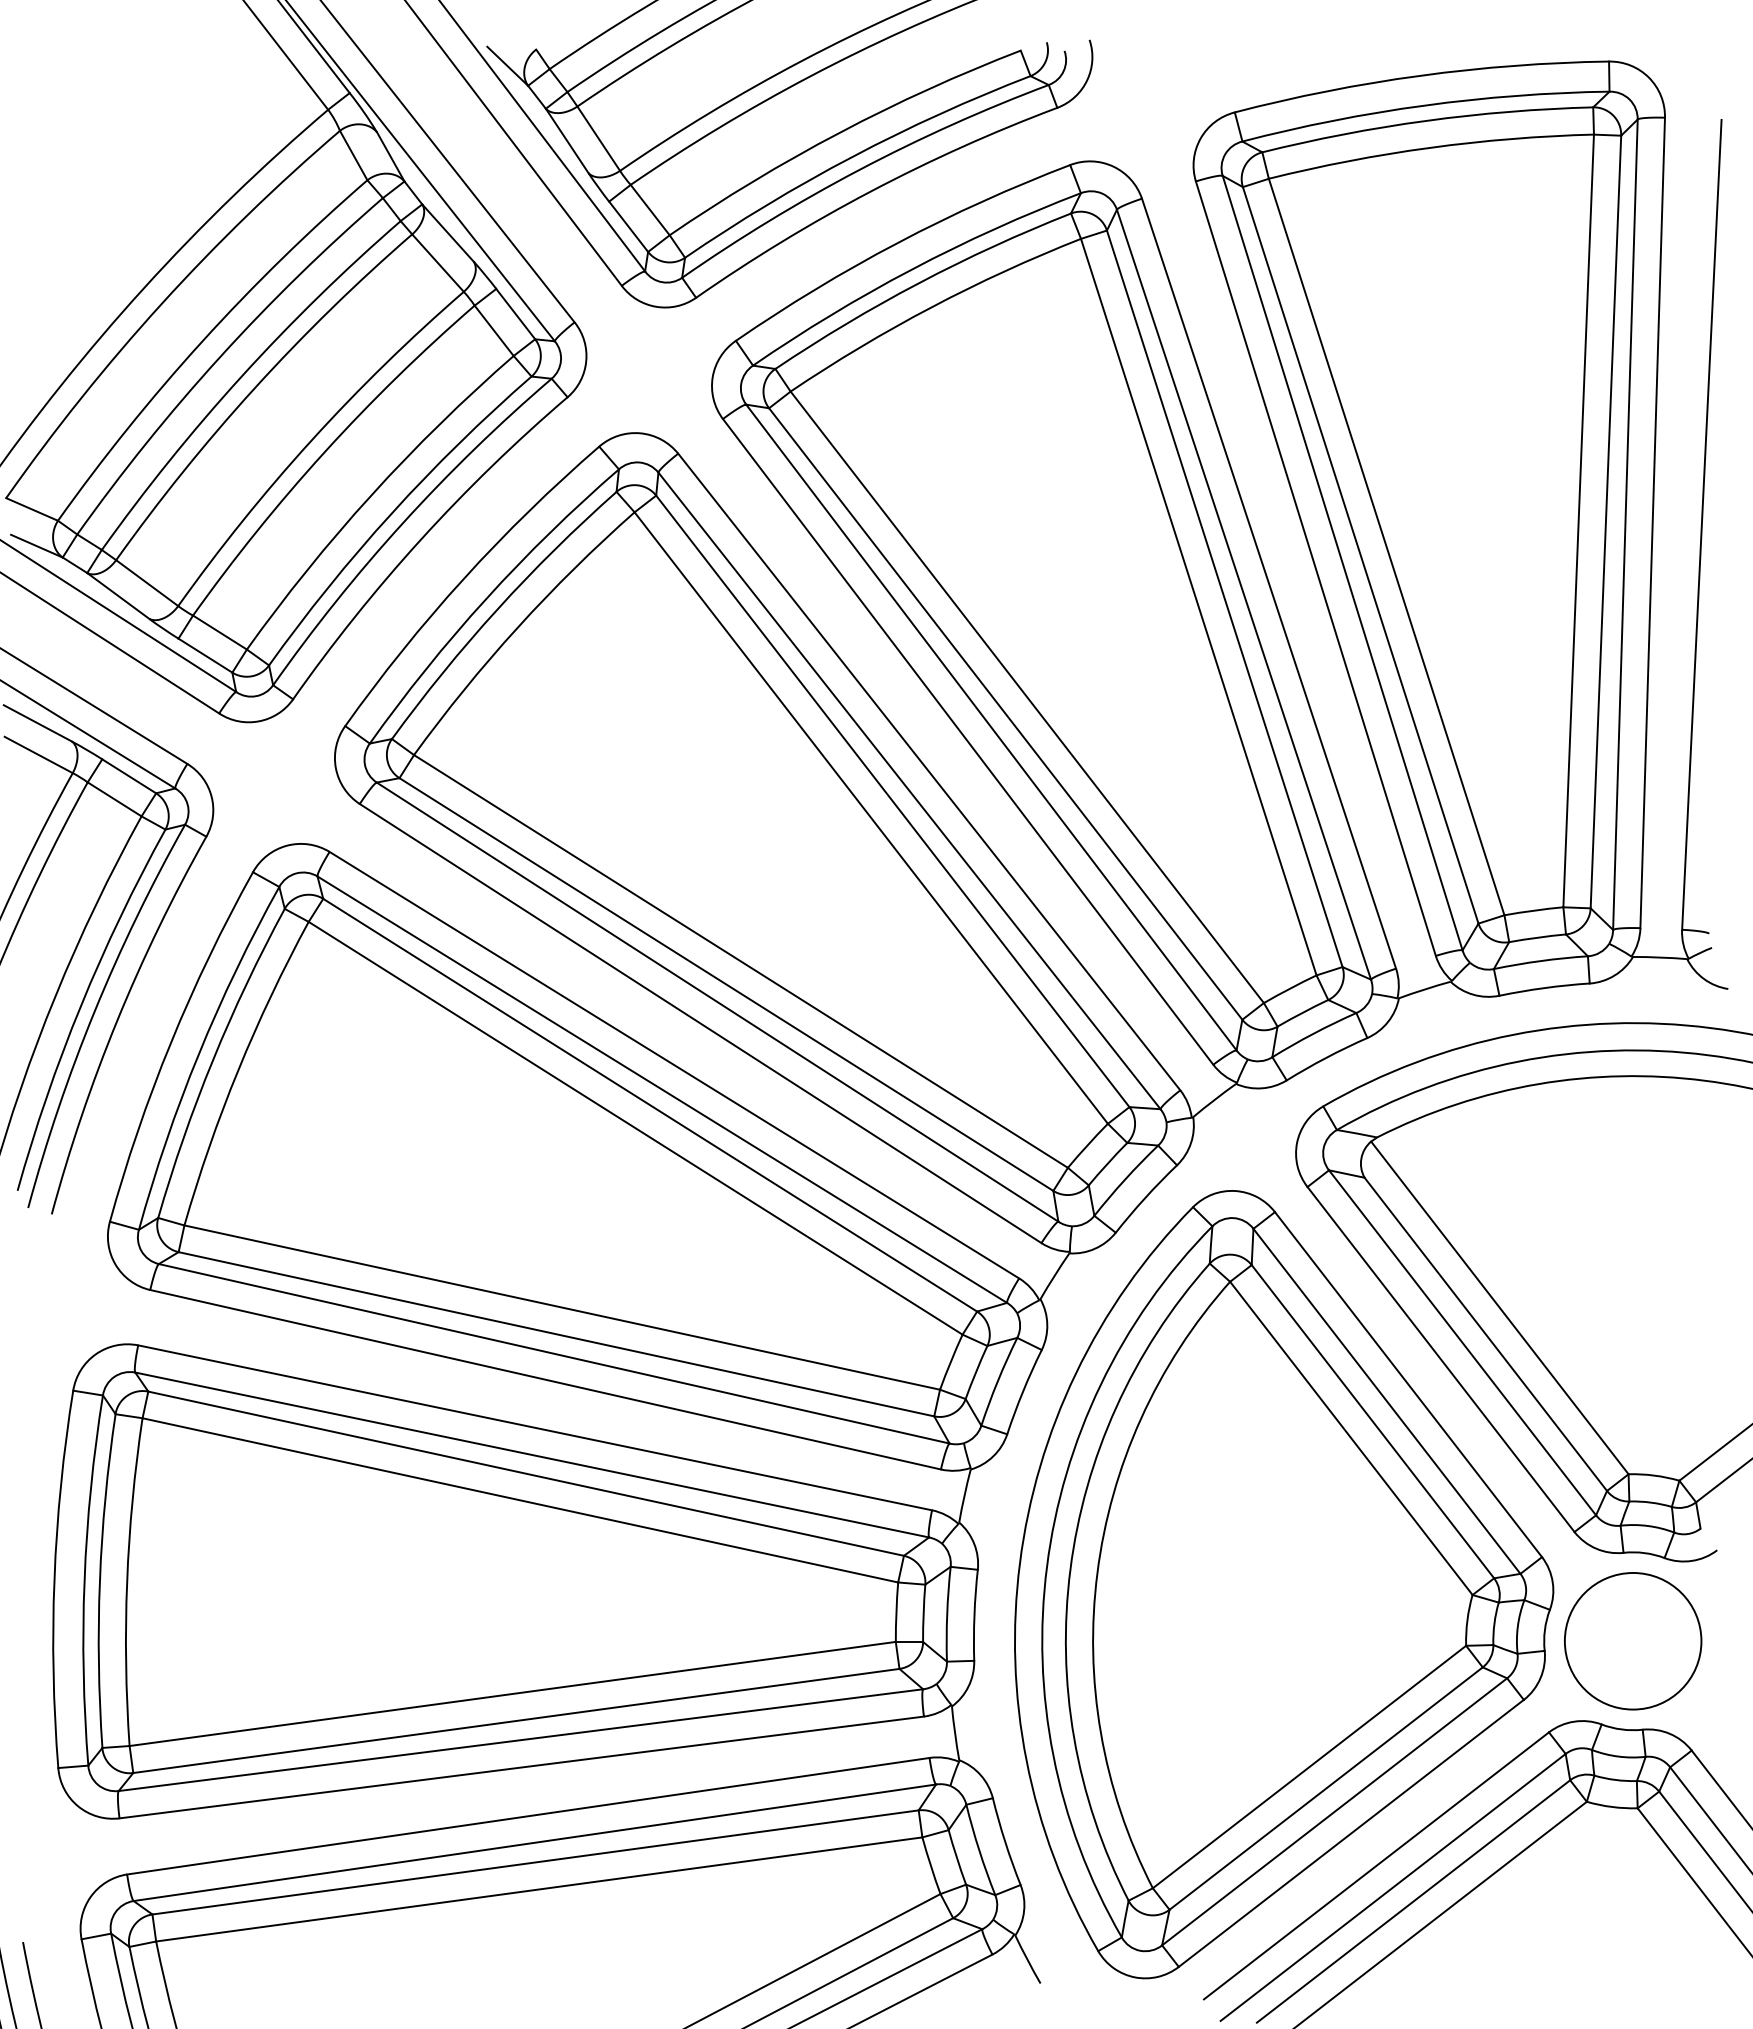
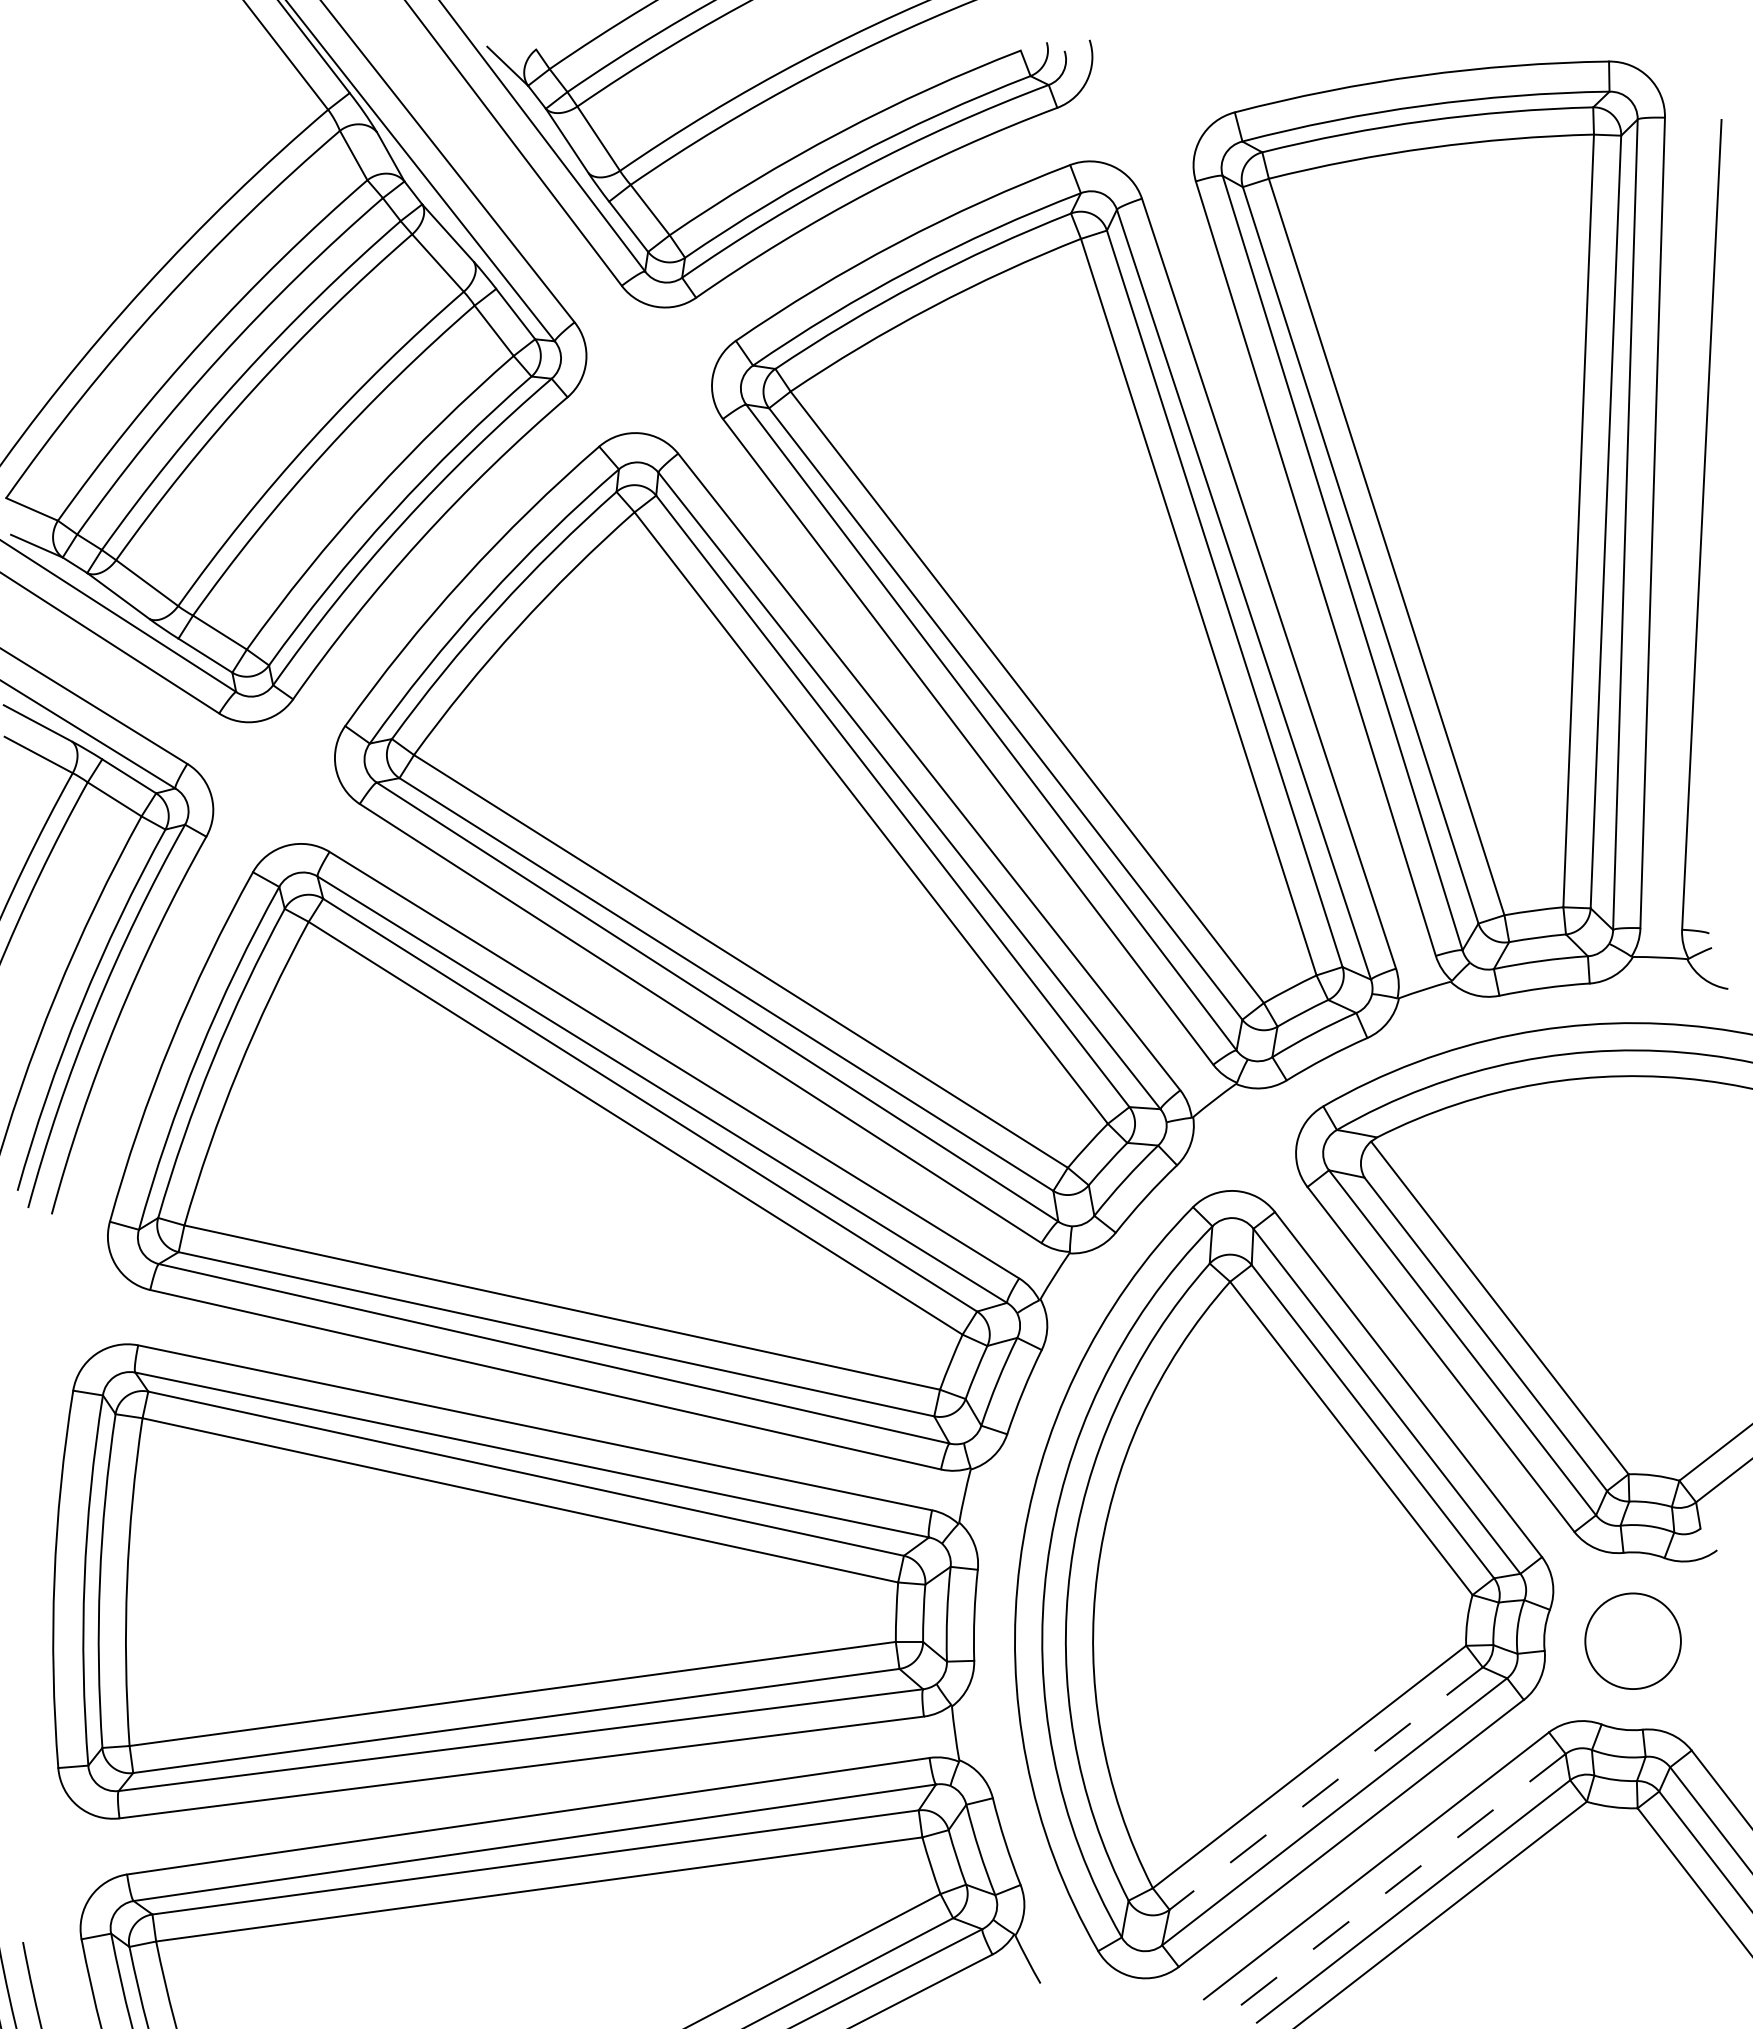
circle at (1632, 1640) diameter: 137 px -> 96 px
line at (1325, 1788): solid -> dashed
line at (1392, 1887): solid -> dashed
